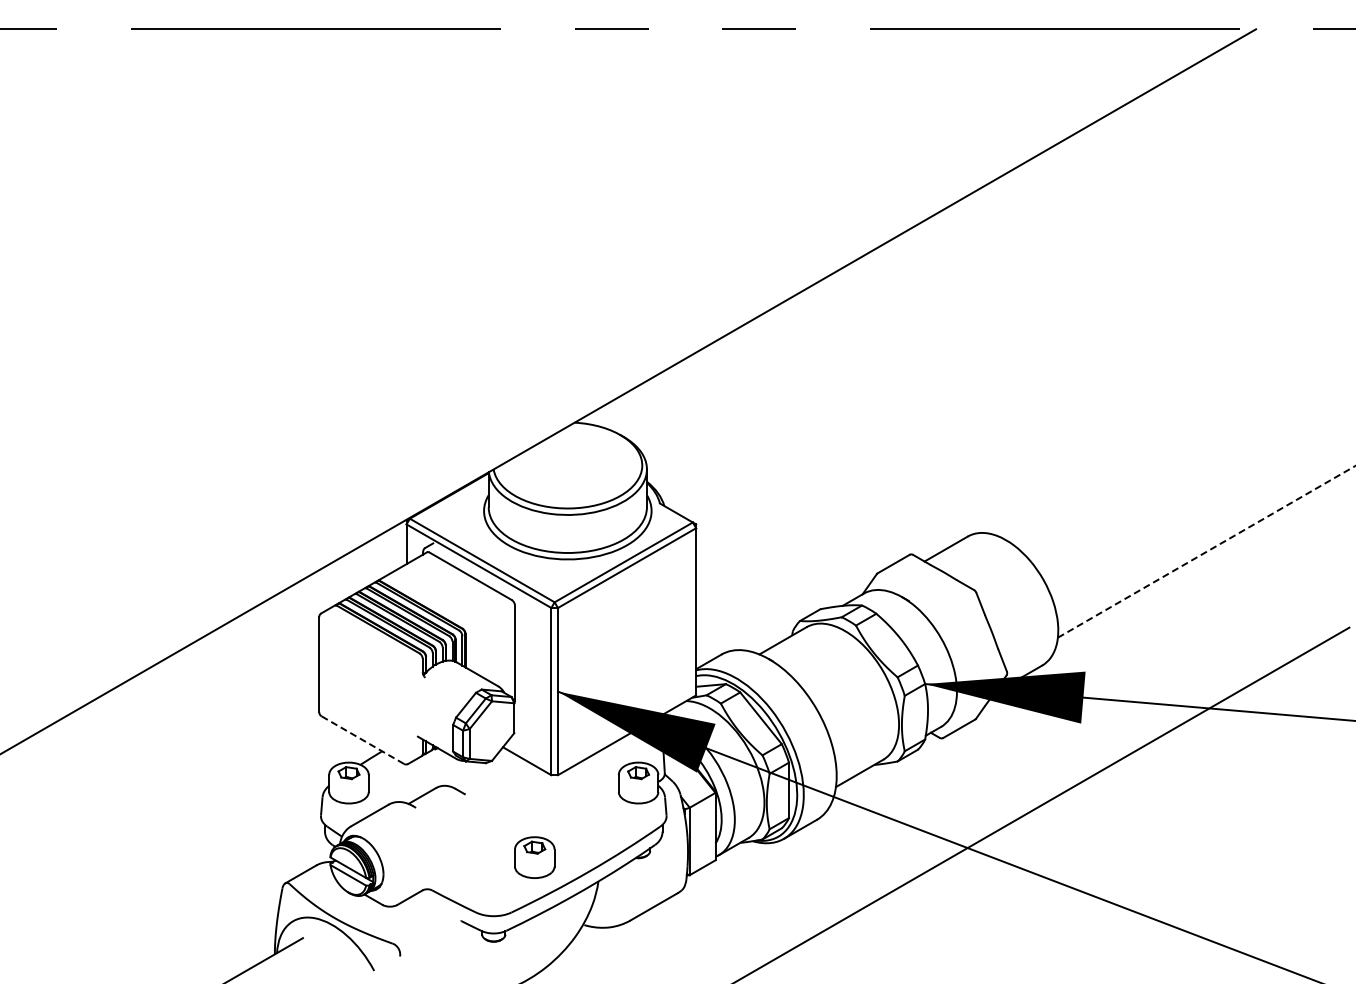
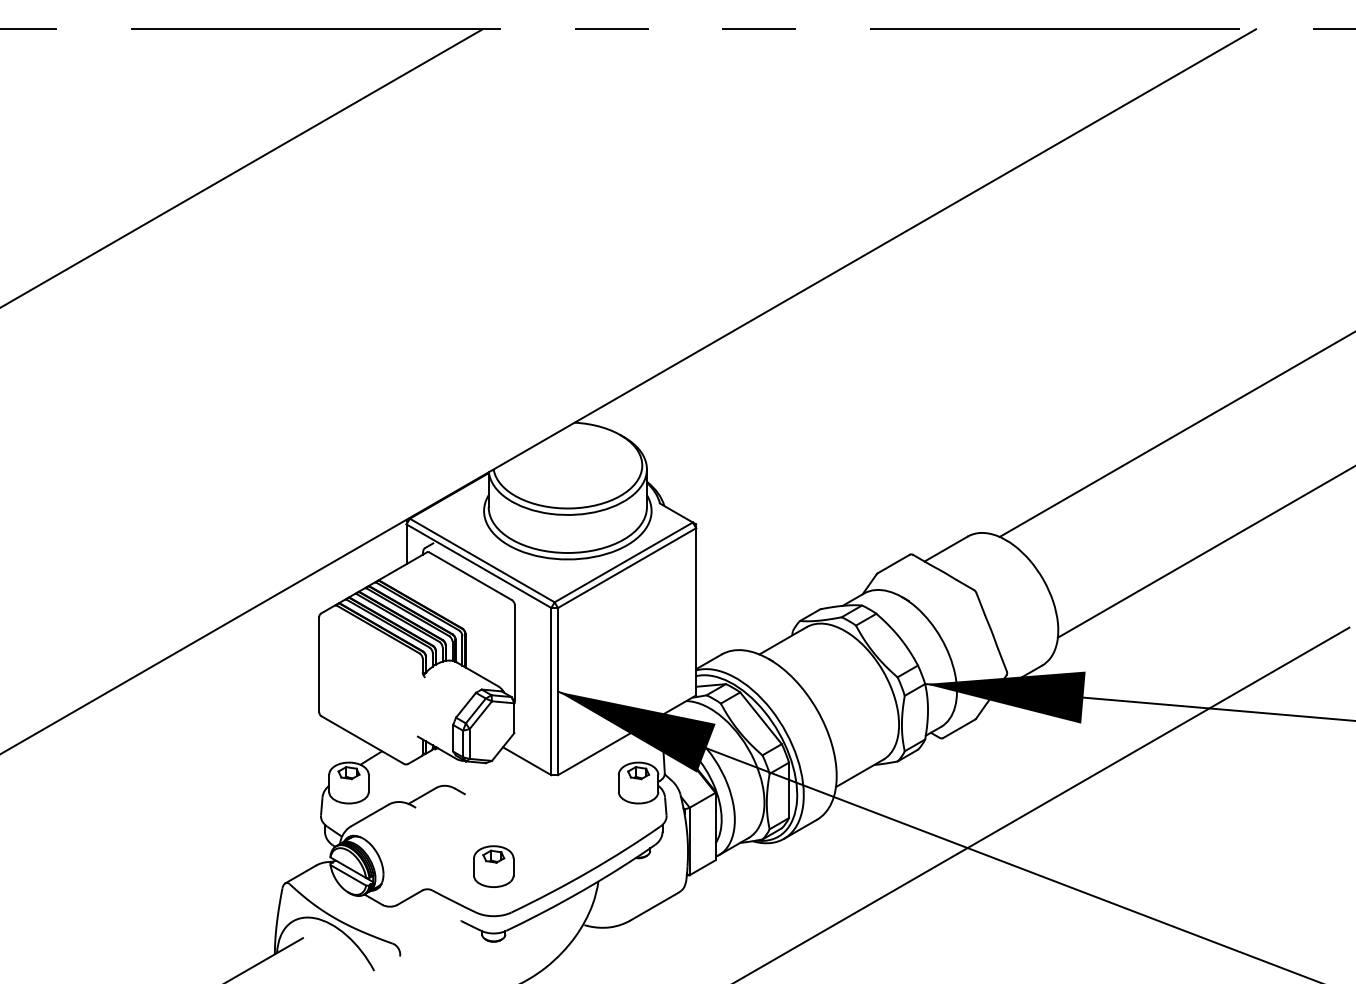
line at (242, 167): none -> present
line at (1175, 434): none -> present
line at (1206, 551): dashed -> solid
line at (363, 740): dashed -> solid
part at (534, 857) position: (534, 857) -> (493, 866)
